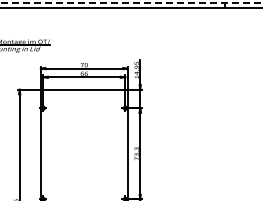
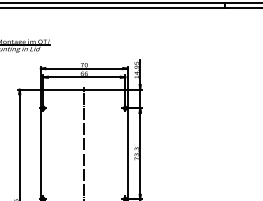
line at (131, 2): dashed -> solid
line at (84, 142): none -> present
